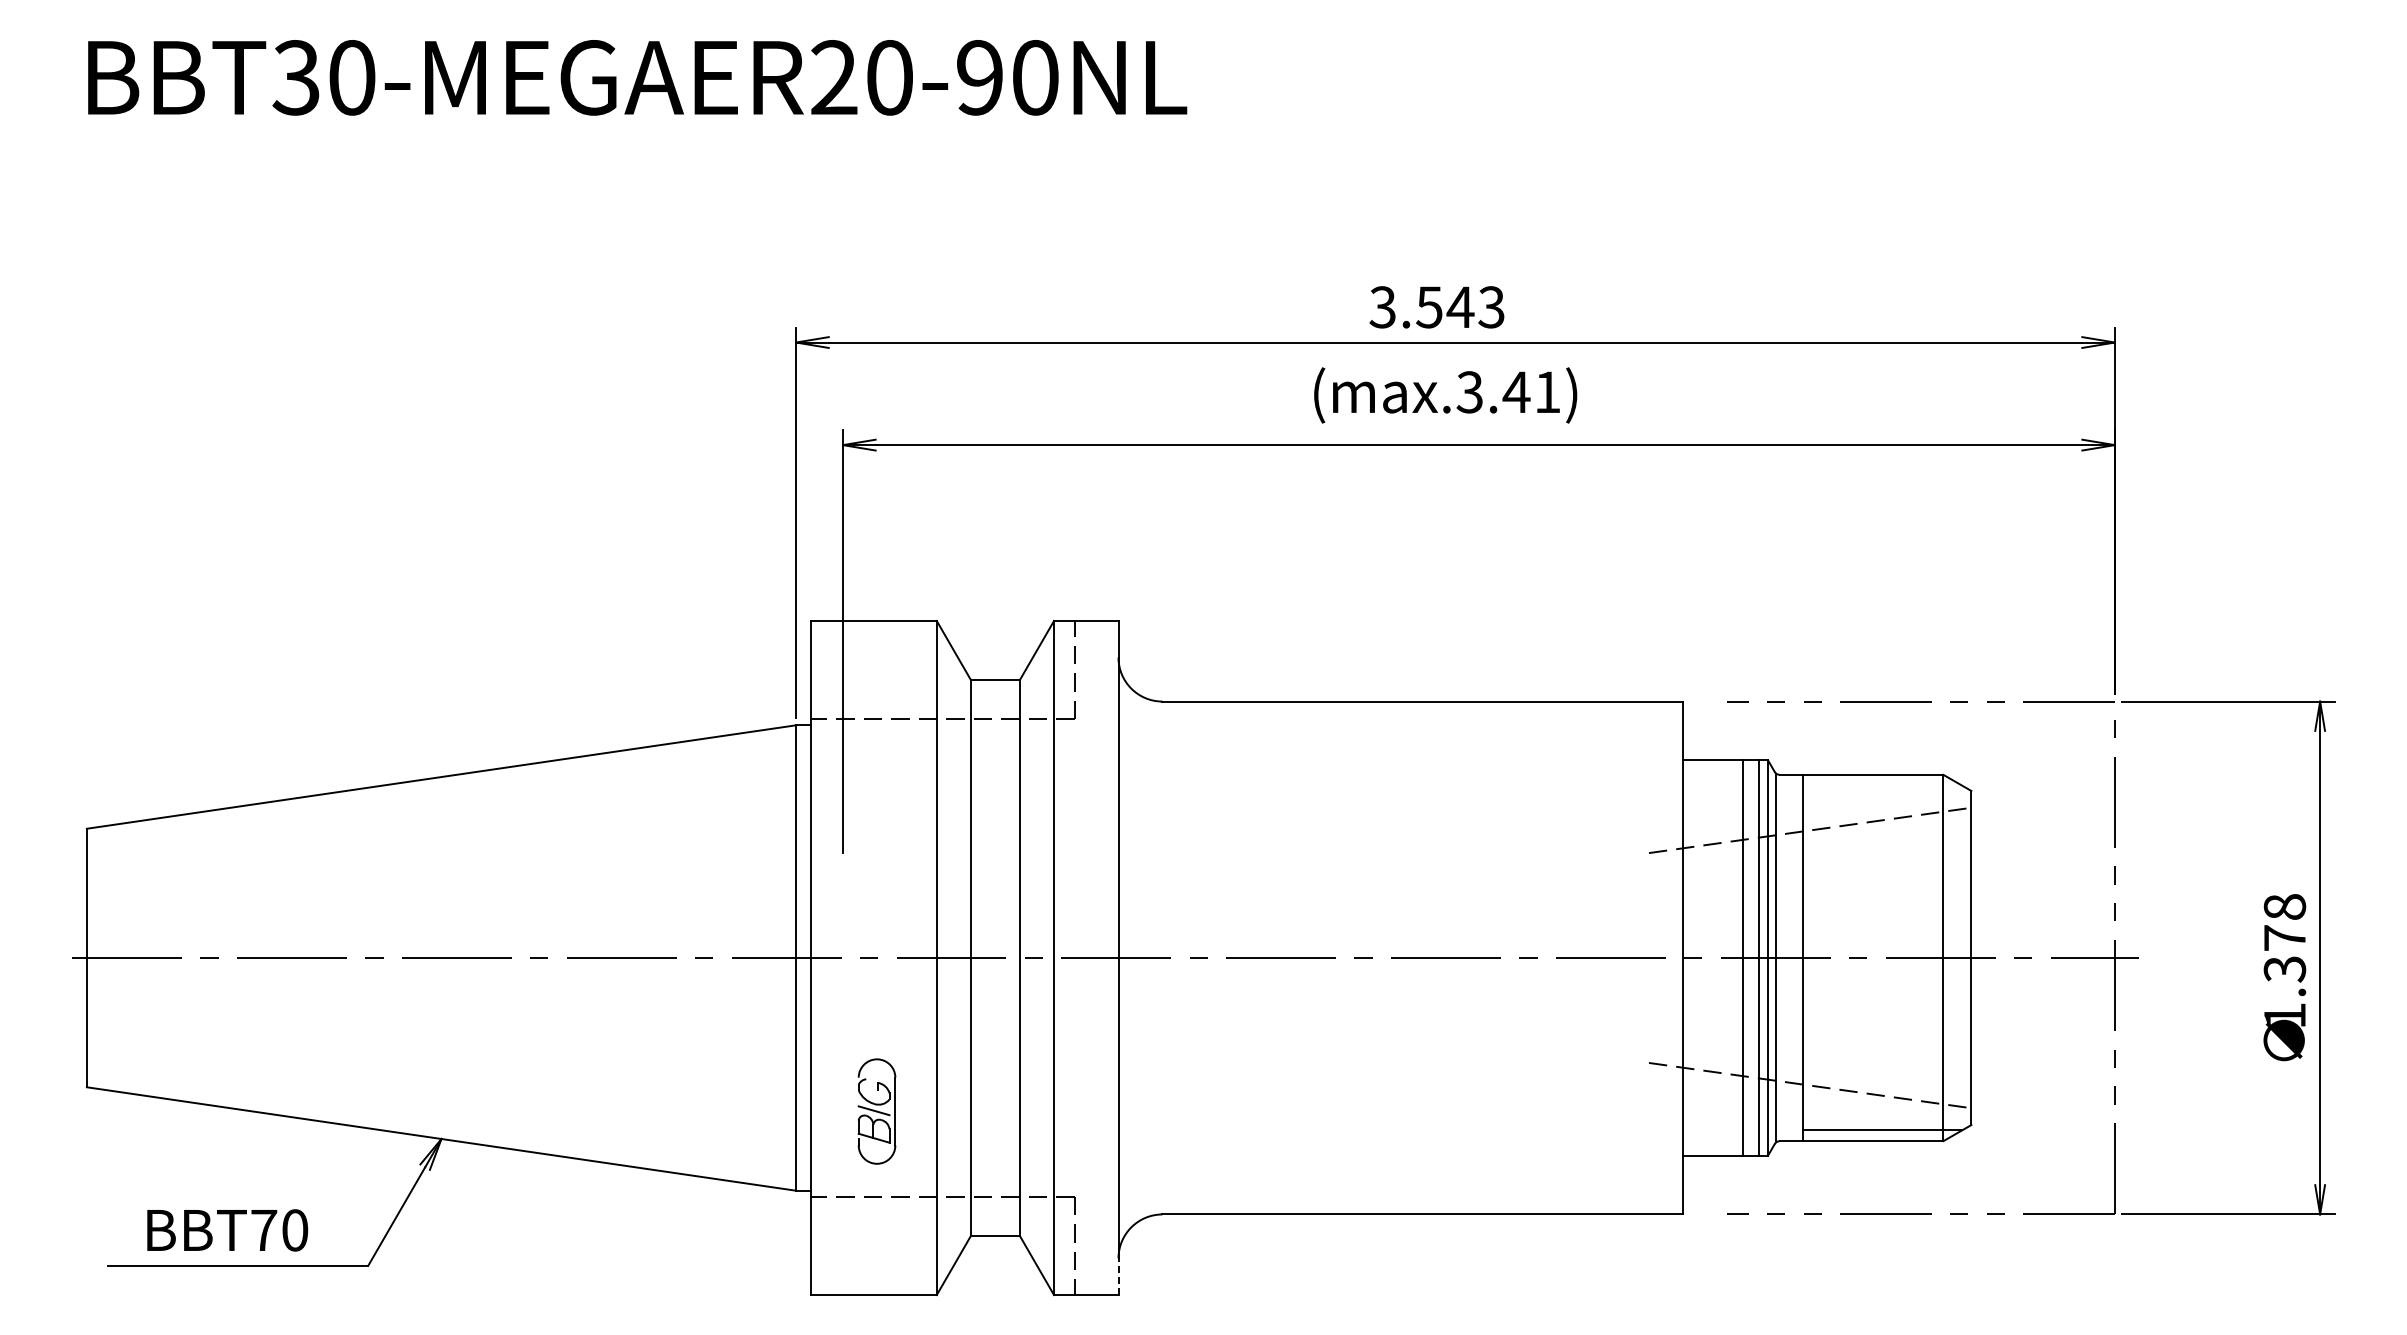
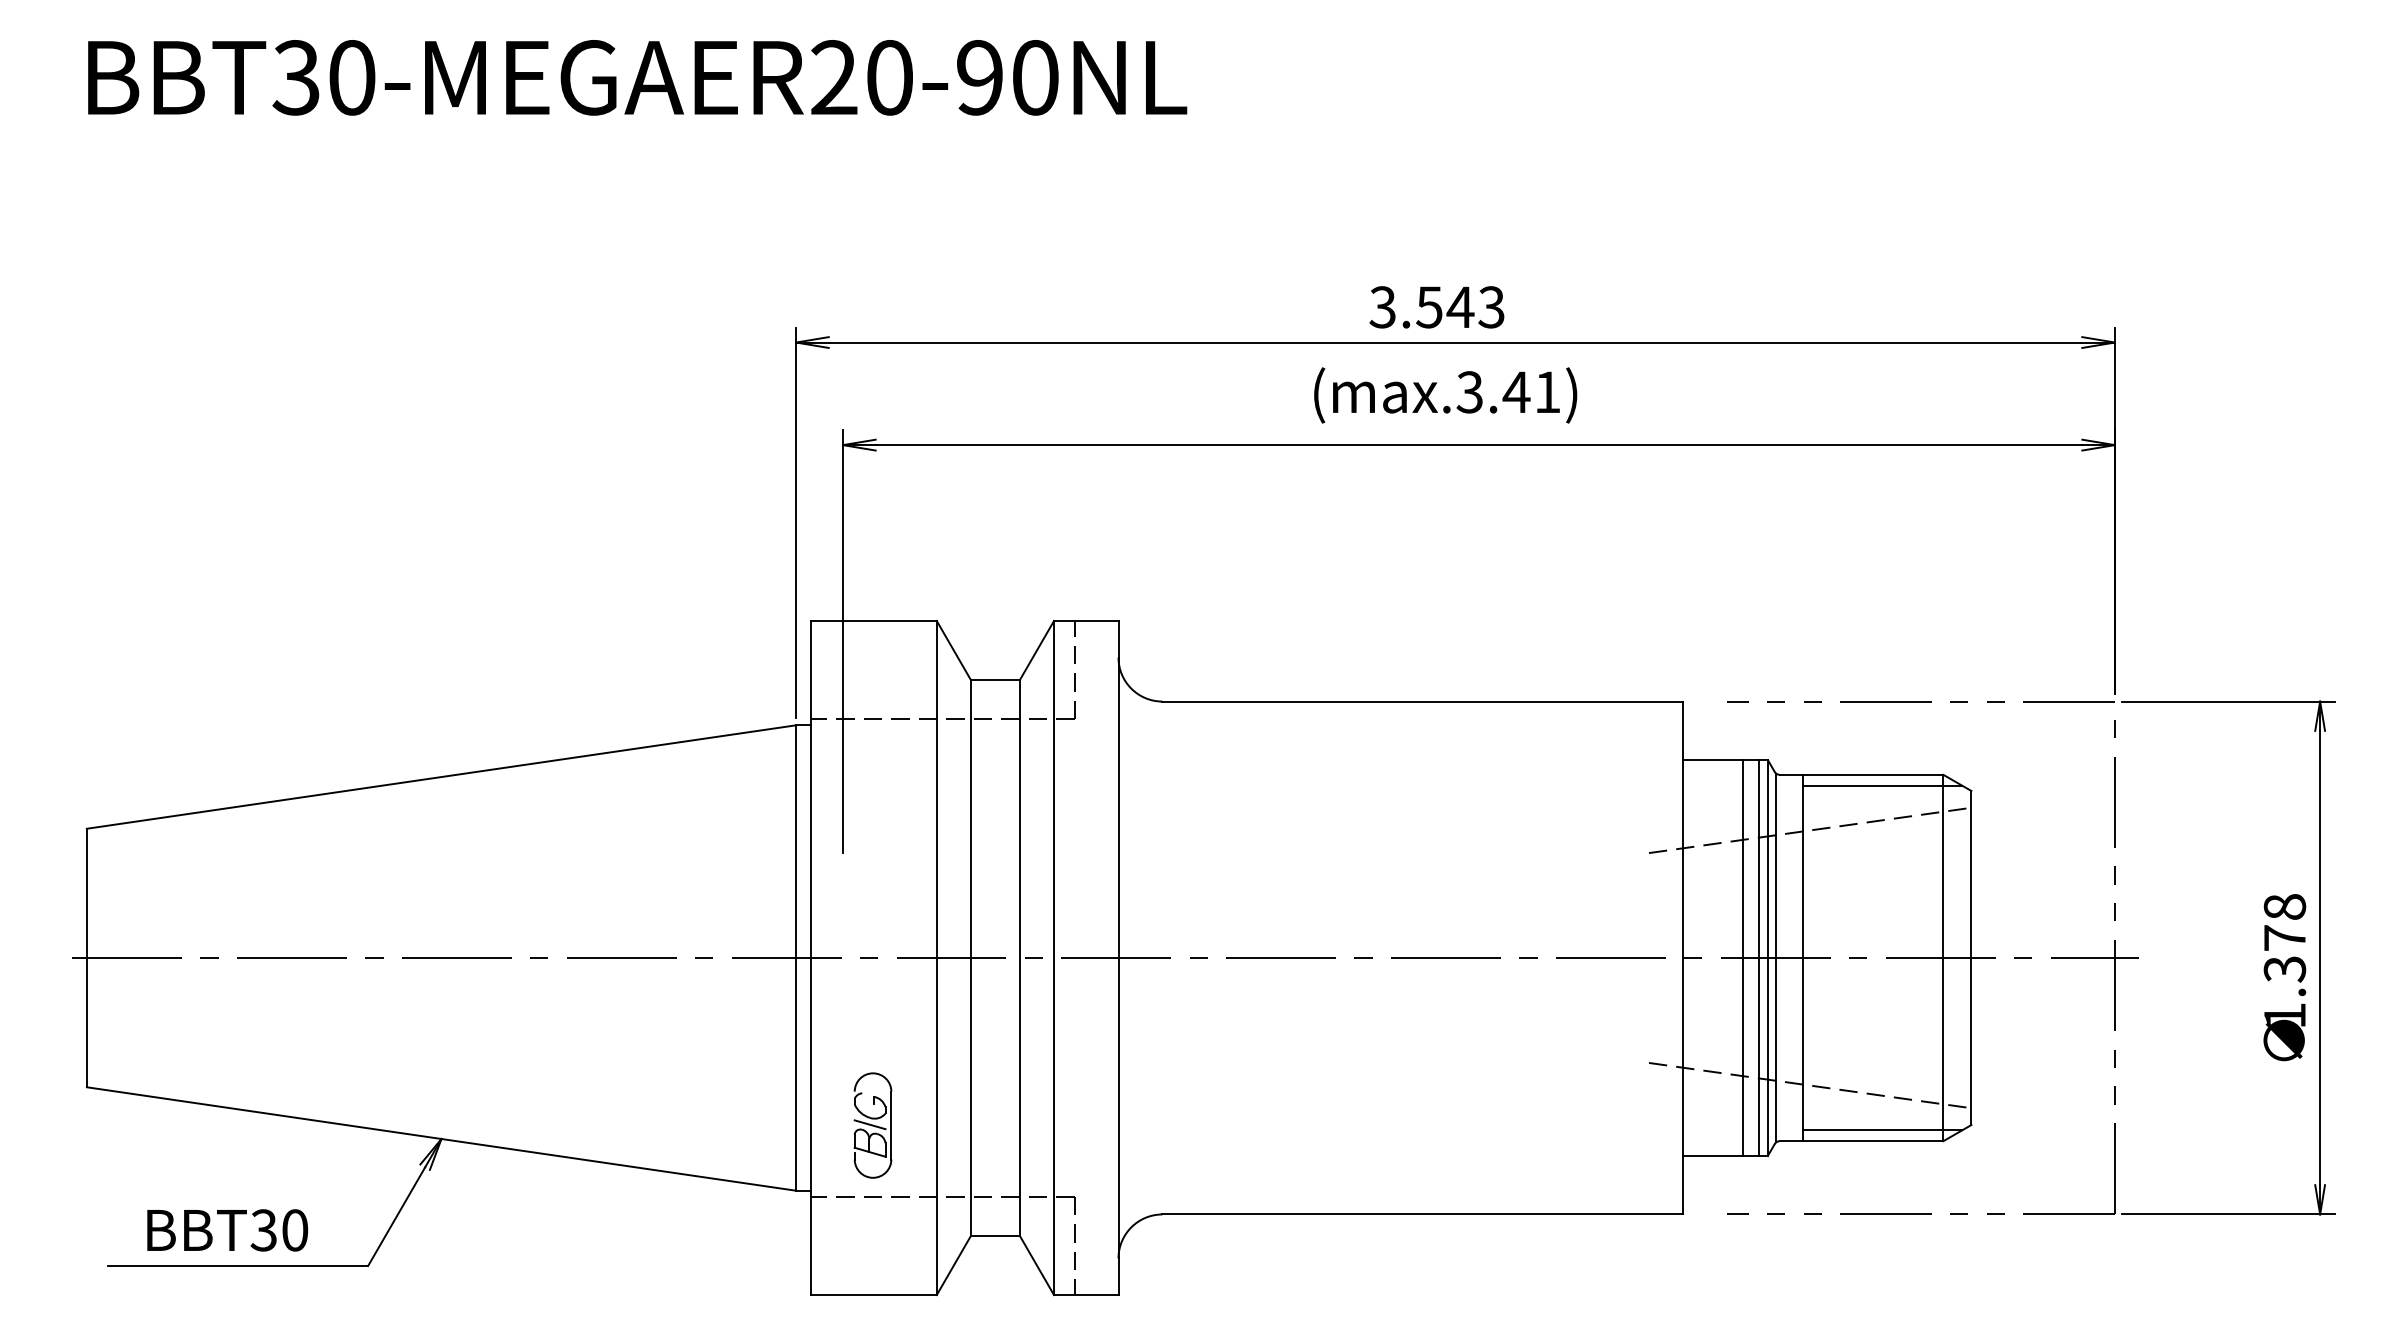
line at (1882, 785): none -> present
part at (876, 1111) position: (876, 1111) -> (872, 1125)
text at (263, 1230): BBT70 -> BBT30
line at (1118, 1276): dashed -> solid
